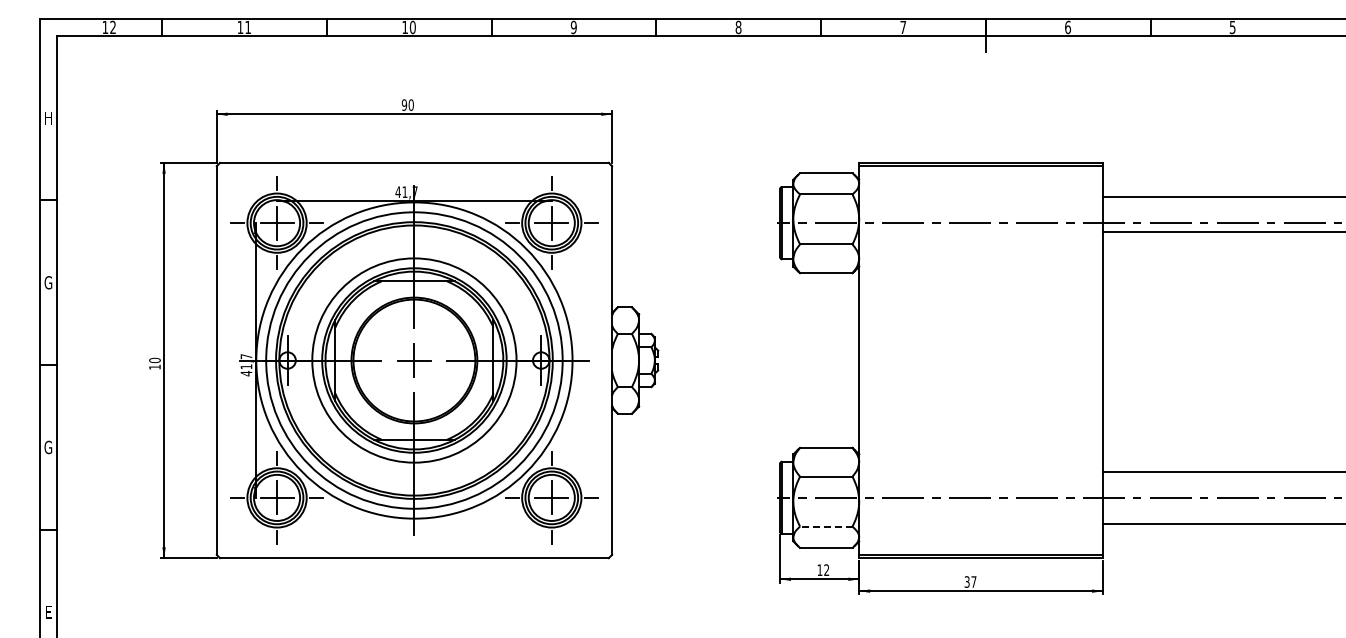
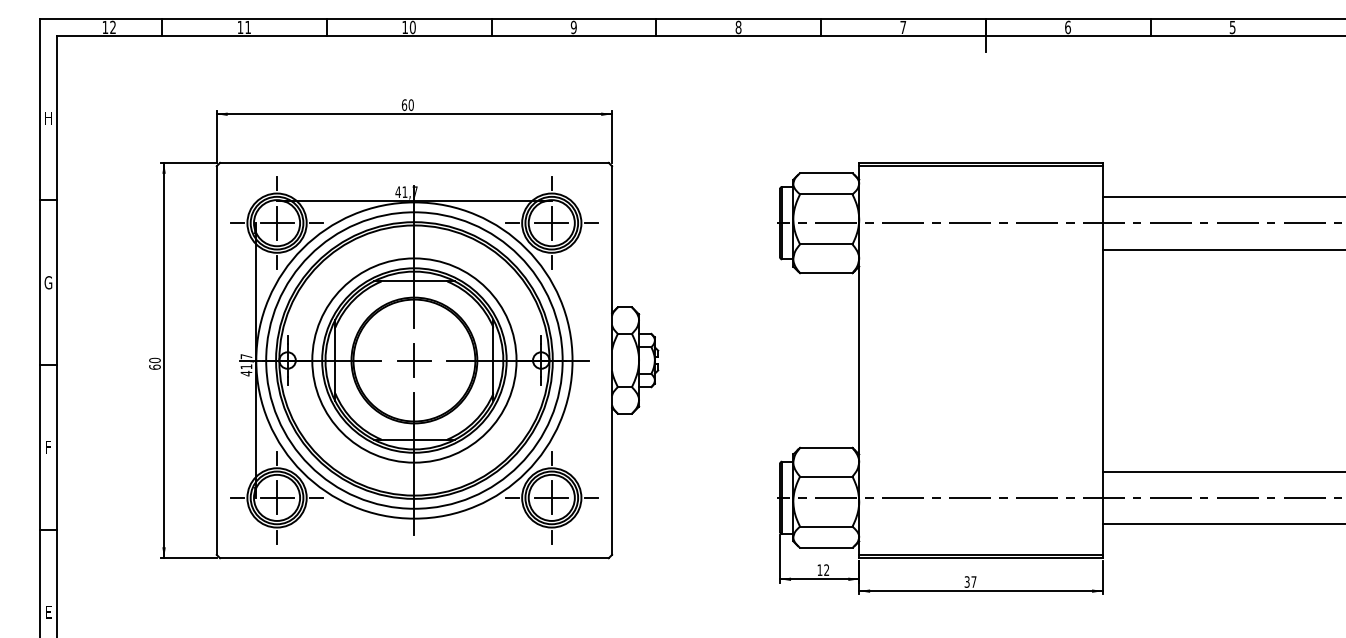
text at (404, 104): 90 -> 60
line at (1222, 231) position: (1222, 231) -> (1222, 249)
text at (154, 366): 10 -> 60
text at (48, 447): G -> F
line at (825, 526): dashed -> solid
